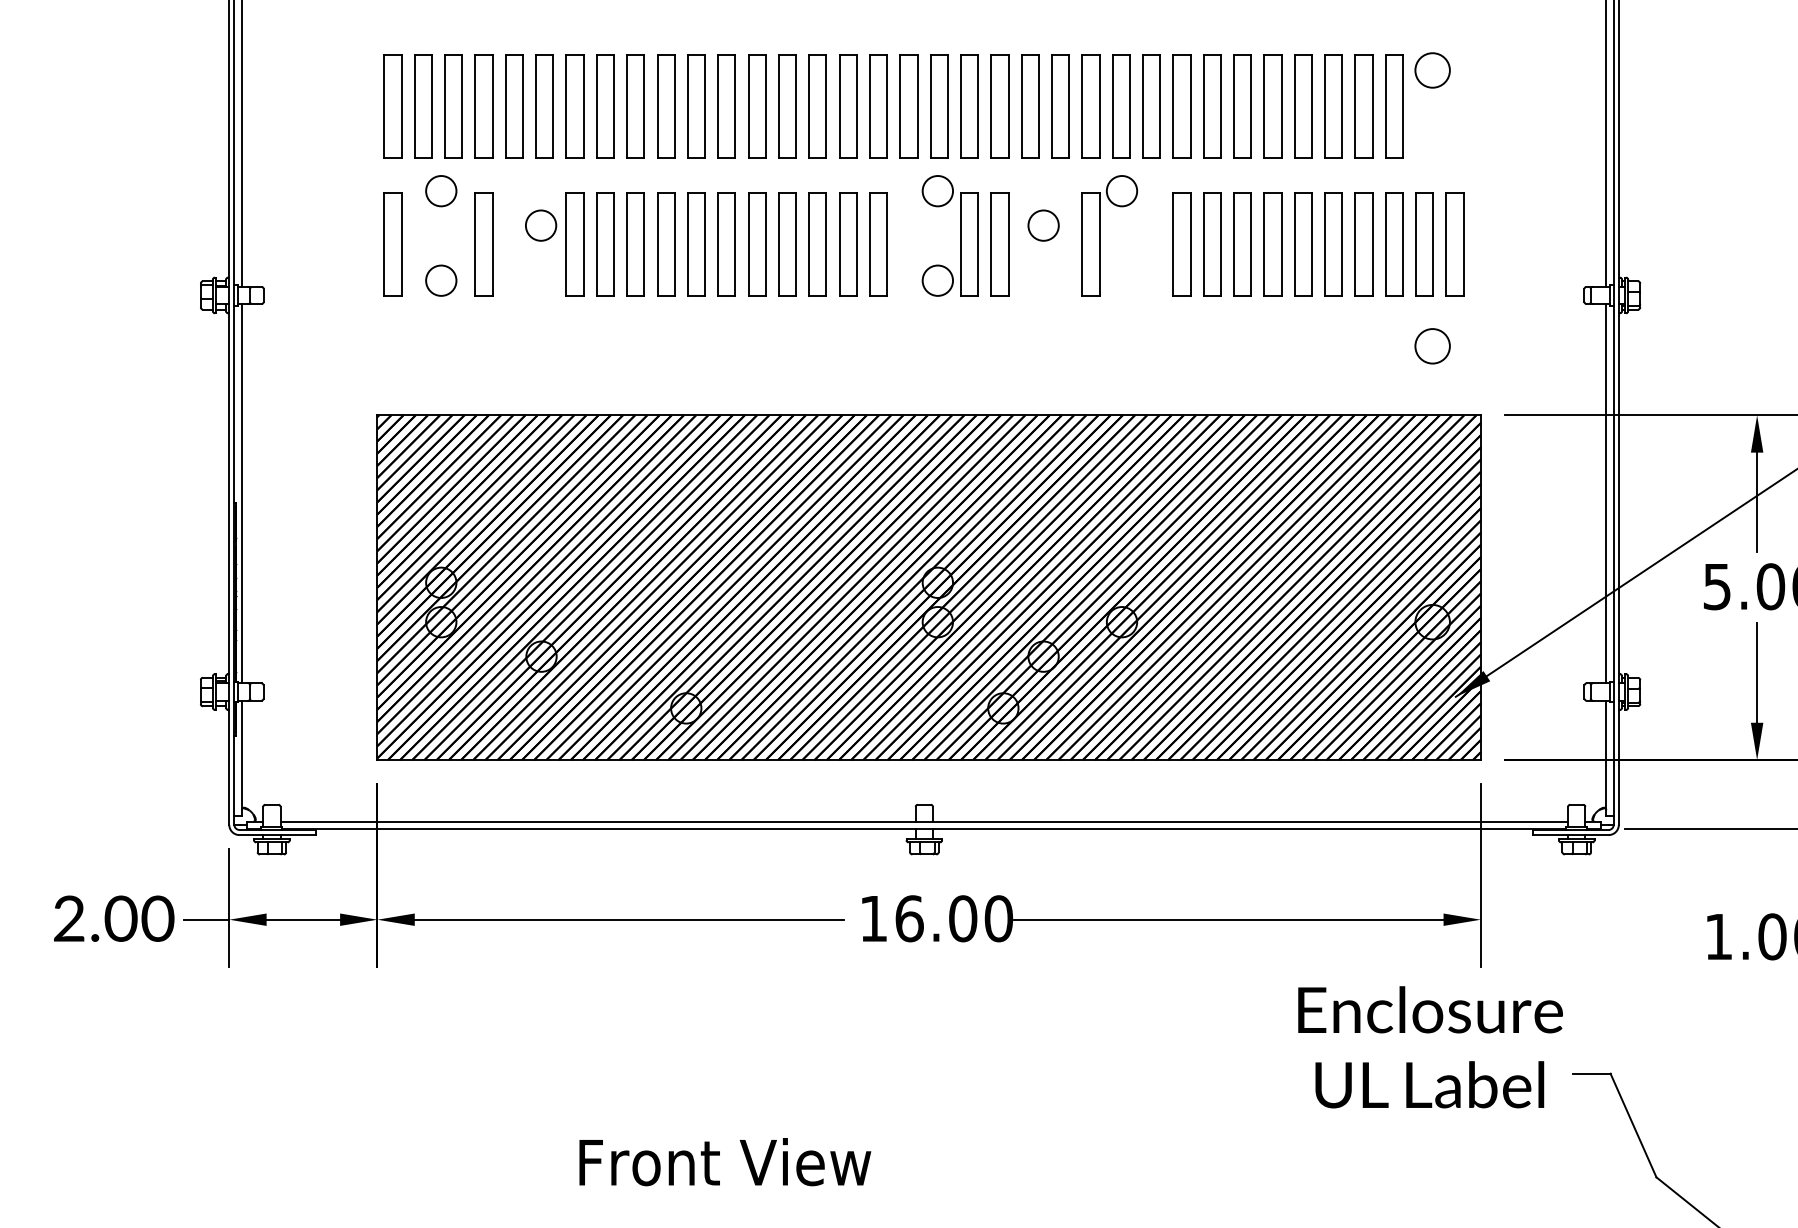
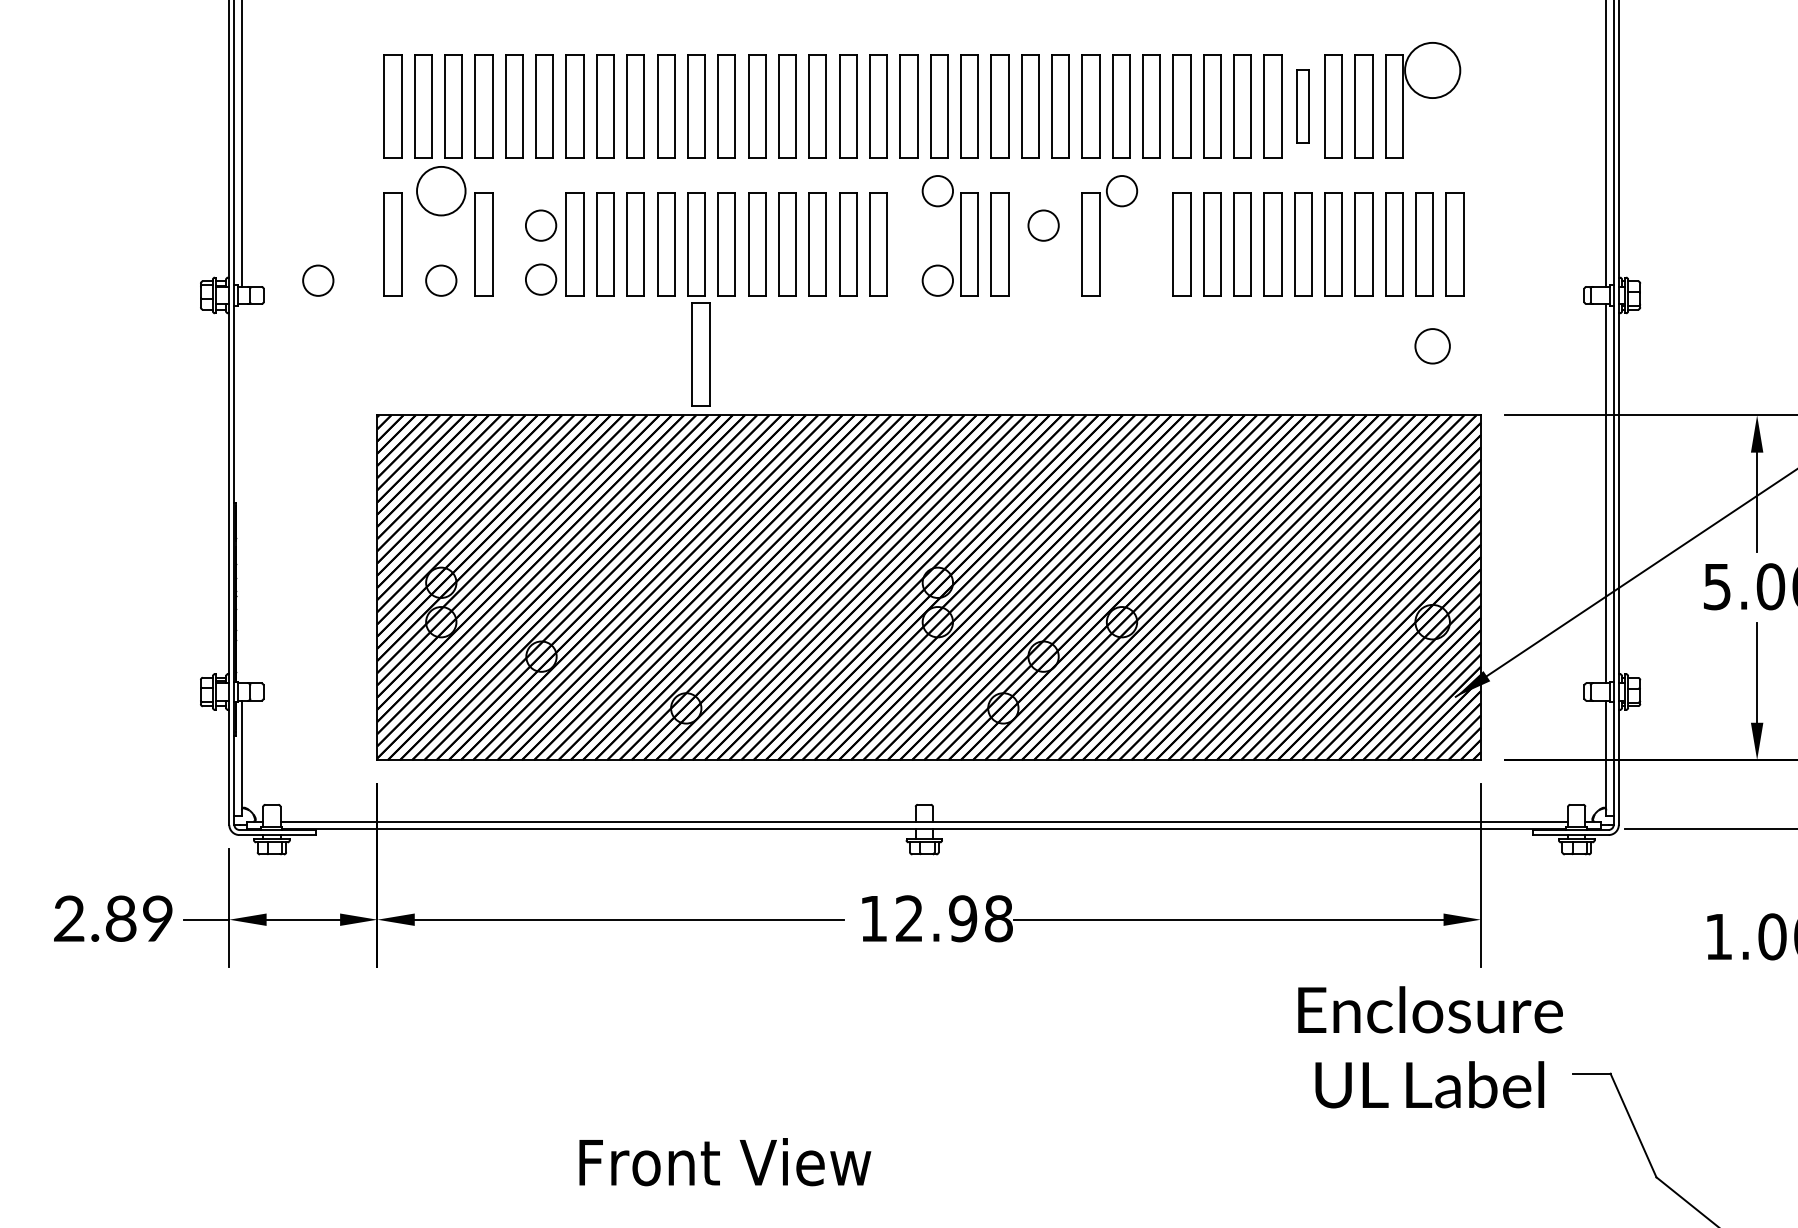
circle at (1432, 70) diameter: 35 px -> 55 px
part at (1303, 106) size: 19x105 px -> 14x75 px
circle at (441, 191) diameter: 30 px -> 49 px
circle at (541, 279): none -> present
circle at (318, 280): none -> present
part at (700, 354): none -> present
line at (241, 493): present -> none
text at (139, 918): 2.00 -> 2.89
text at (954, 918): 16.00 -> 12.98
